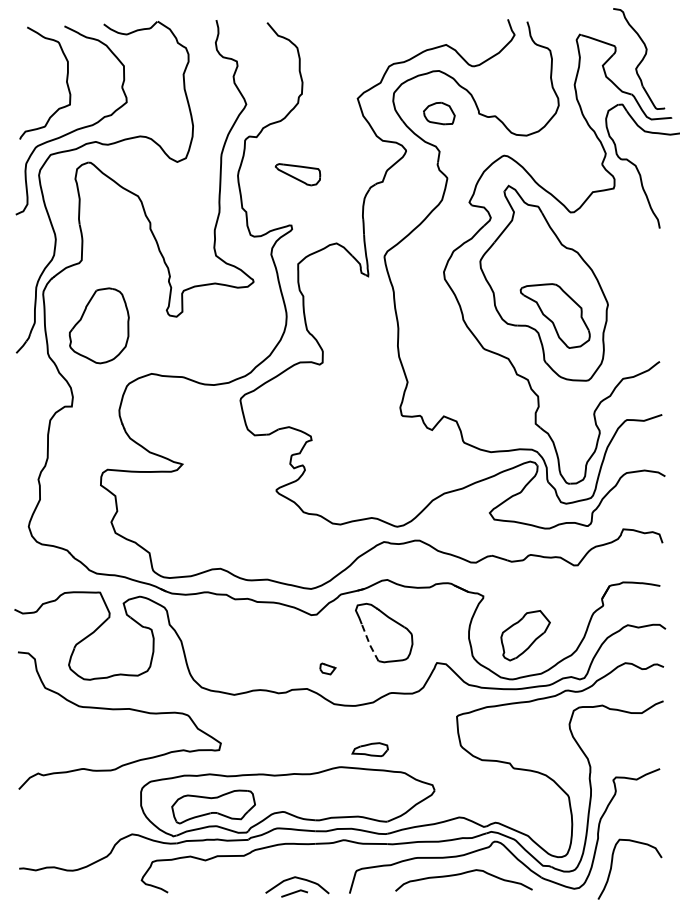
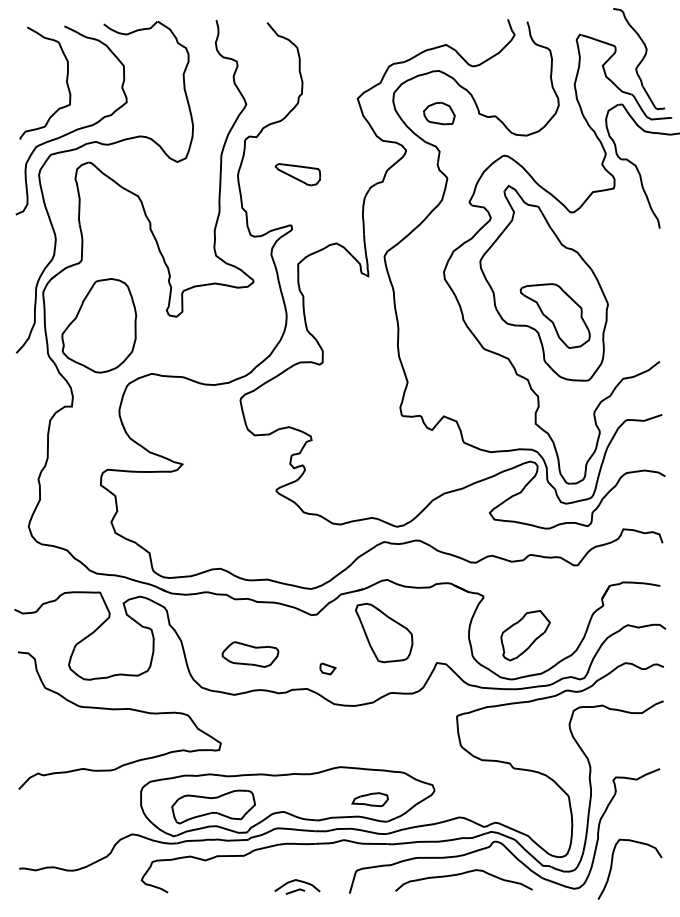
part at (98, 325) size: 62x78 px -> 77x96 px
line at (369, 644): dashed -> solid
part at (250, 654): none -> present
part at (369, 749) position: (369, 749) -> (369, 799)
part at (297, 886) size: 65x22 px -> 47x16 px
